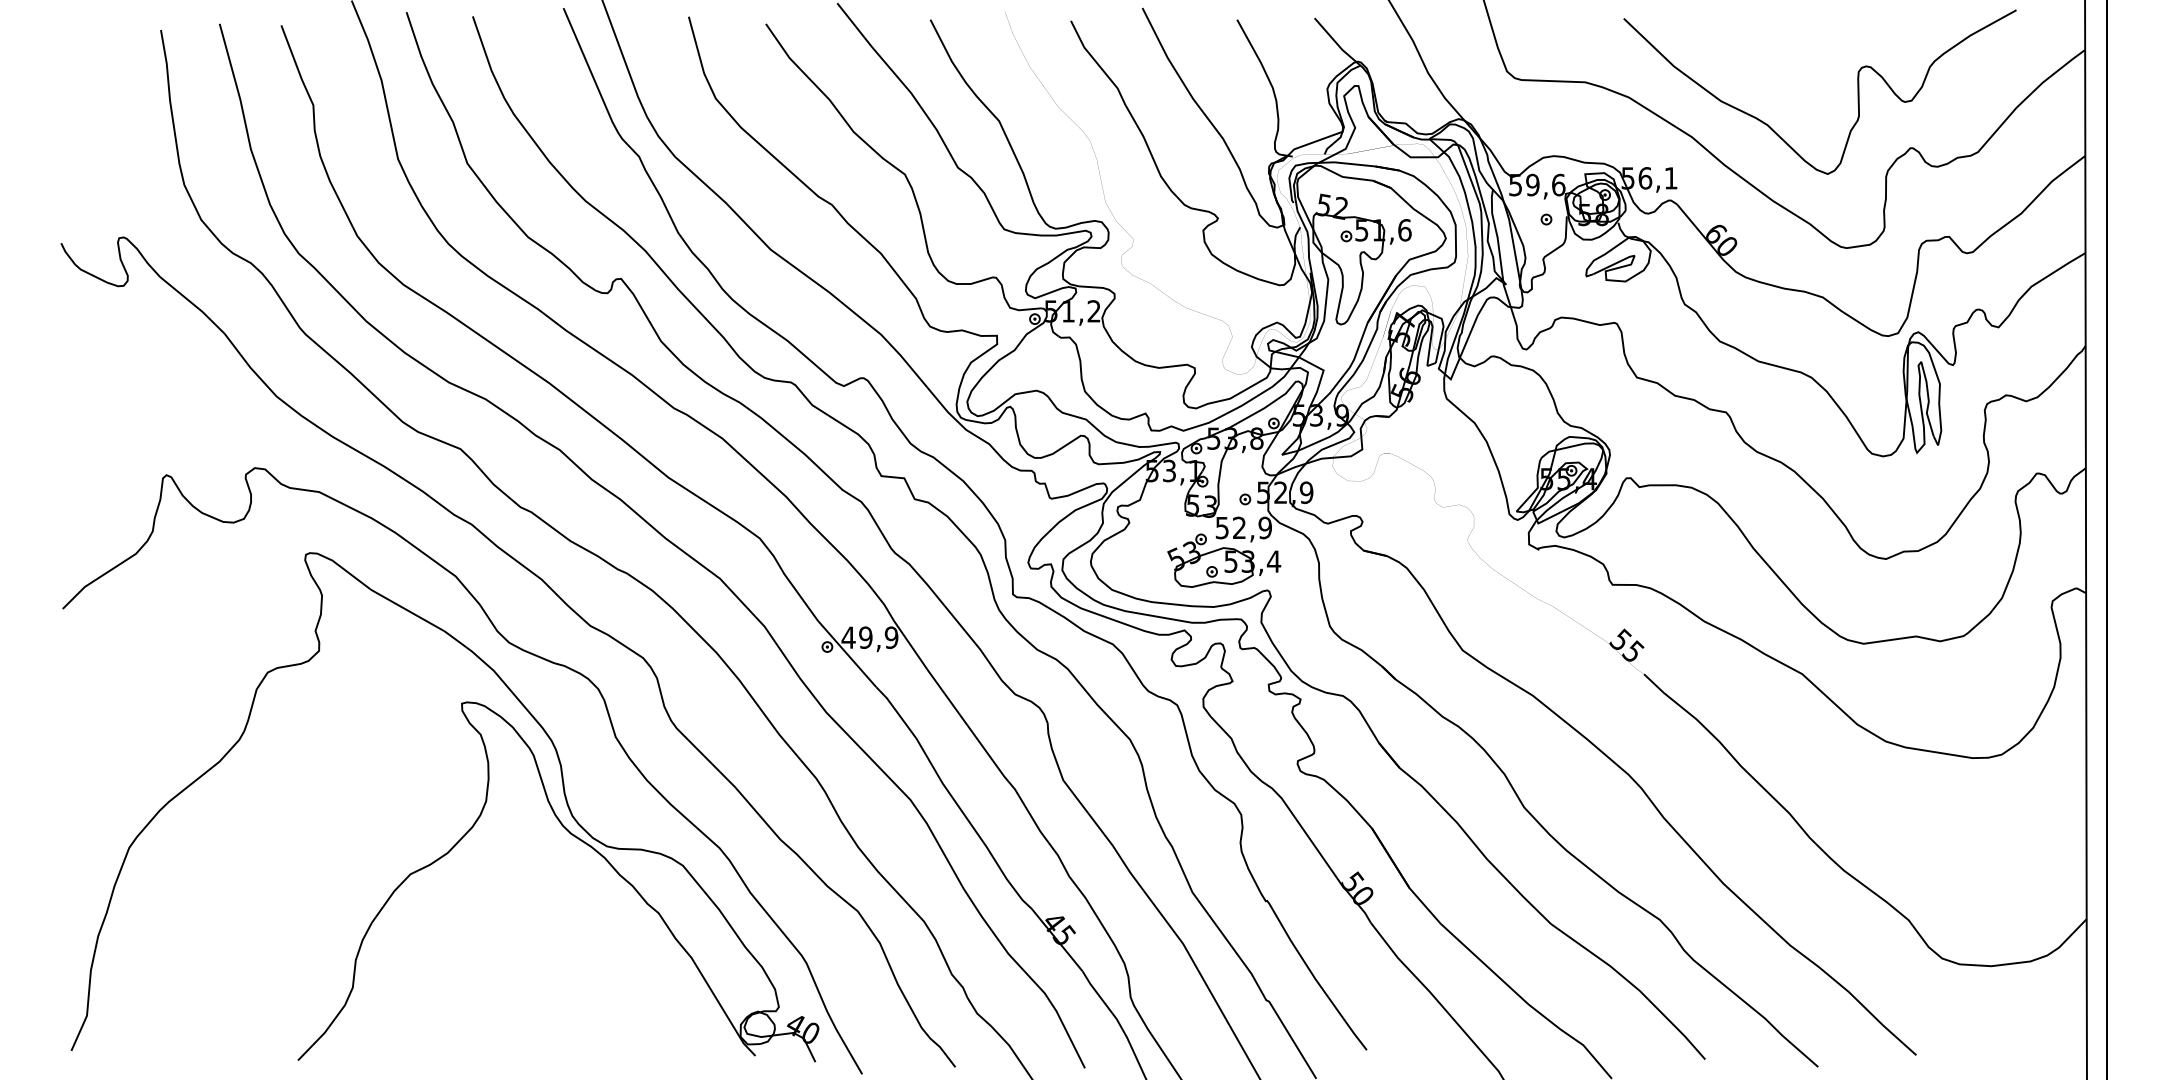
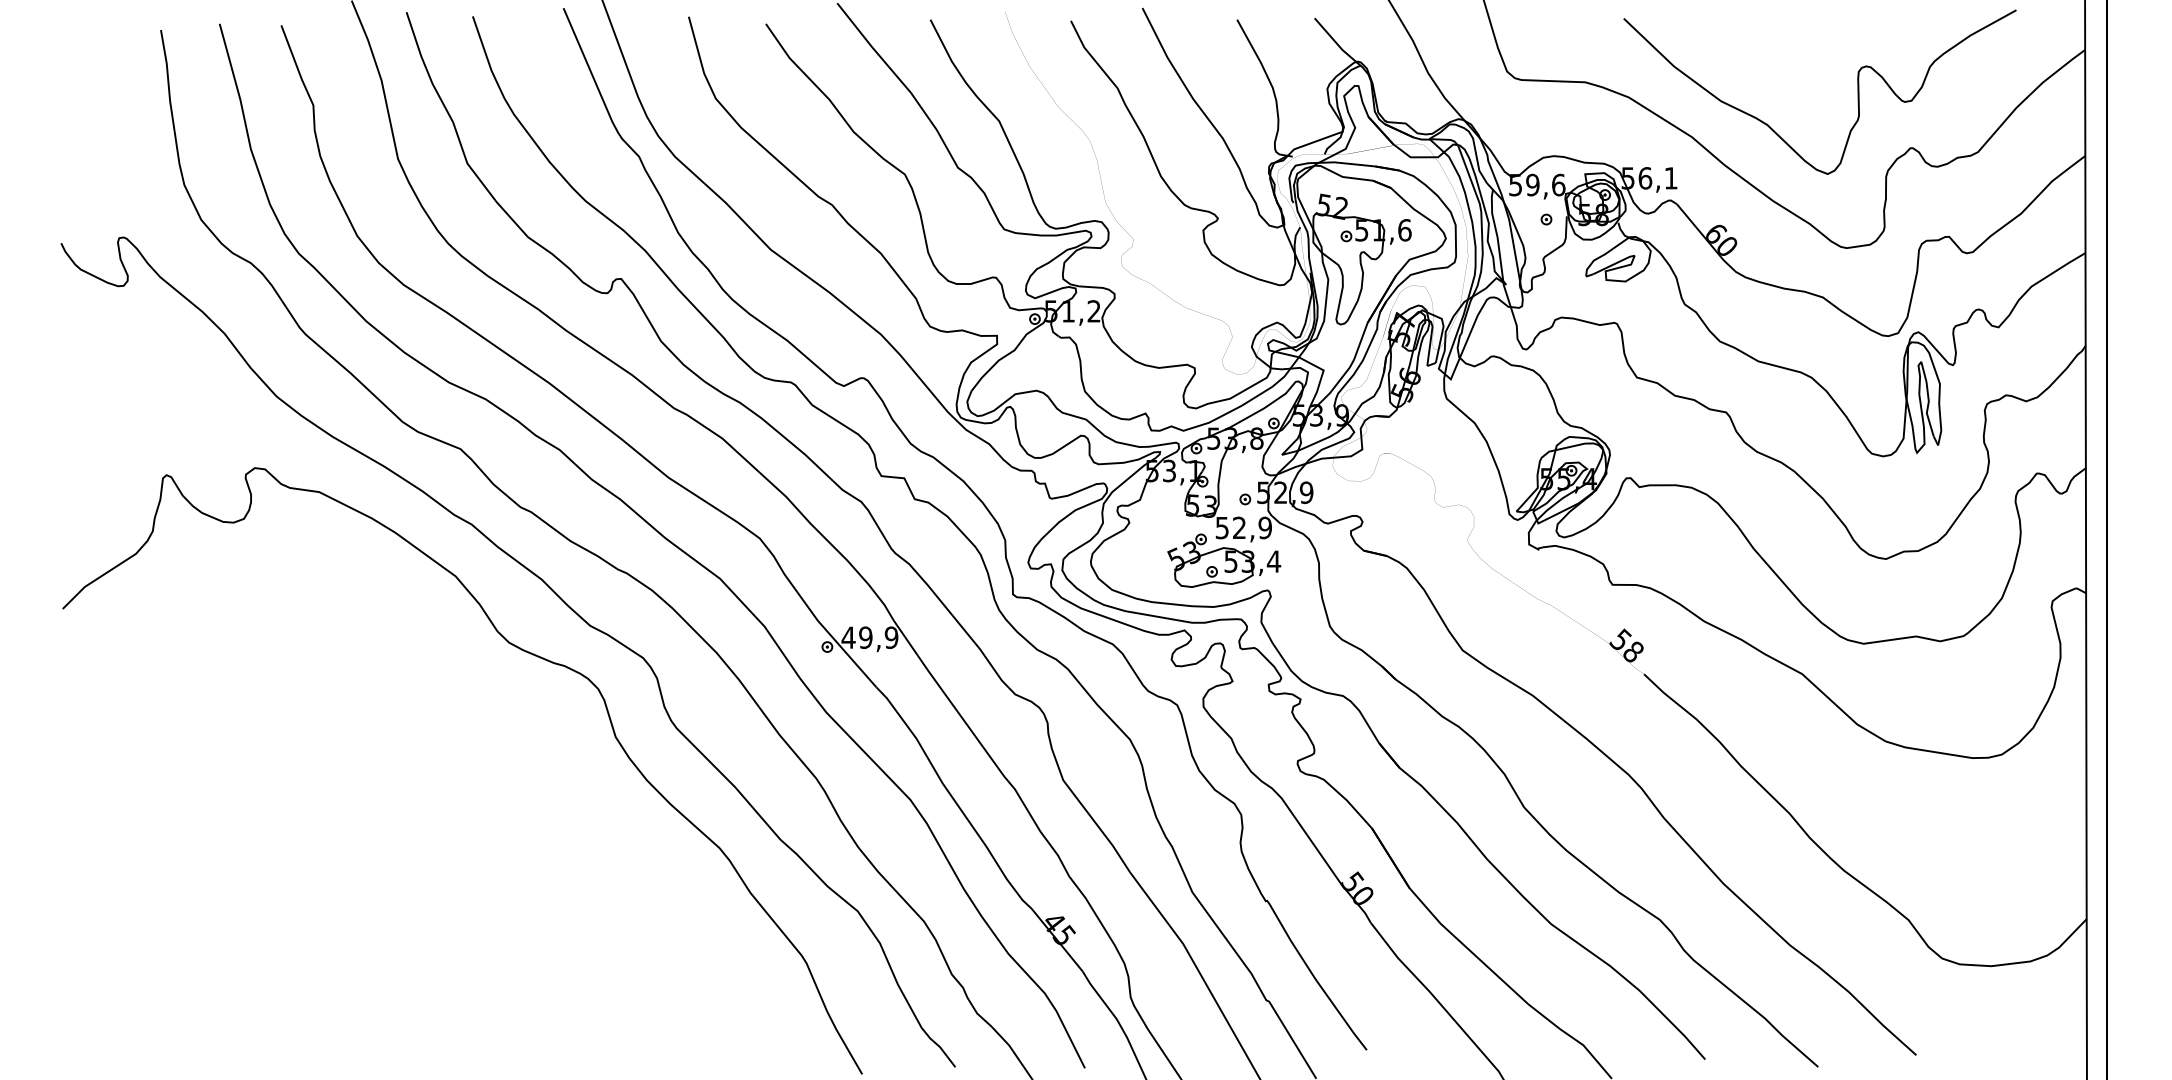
text at (1633, 651): 55 -> 58
part at (467, 830): present -> none
